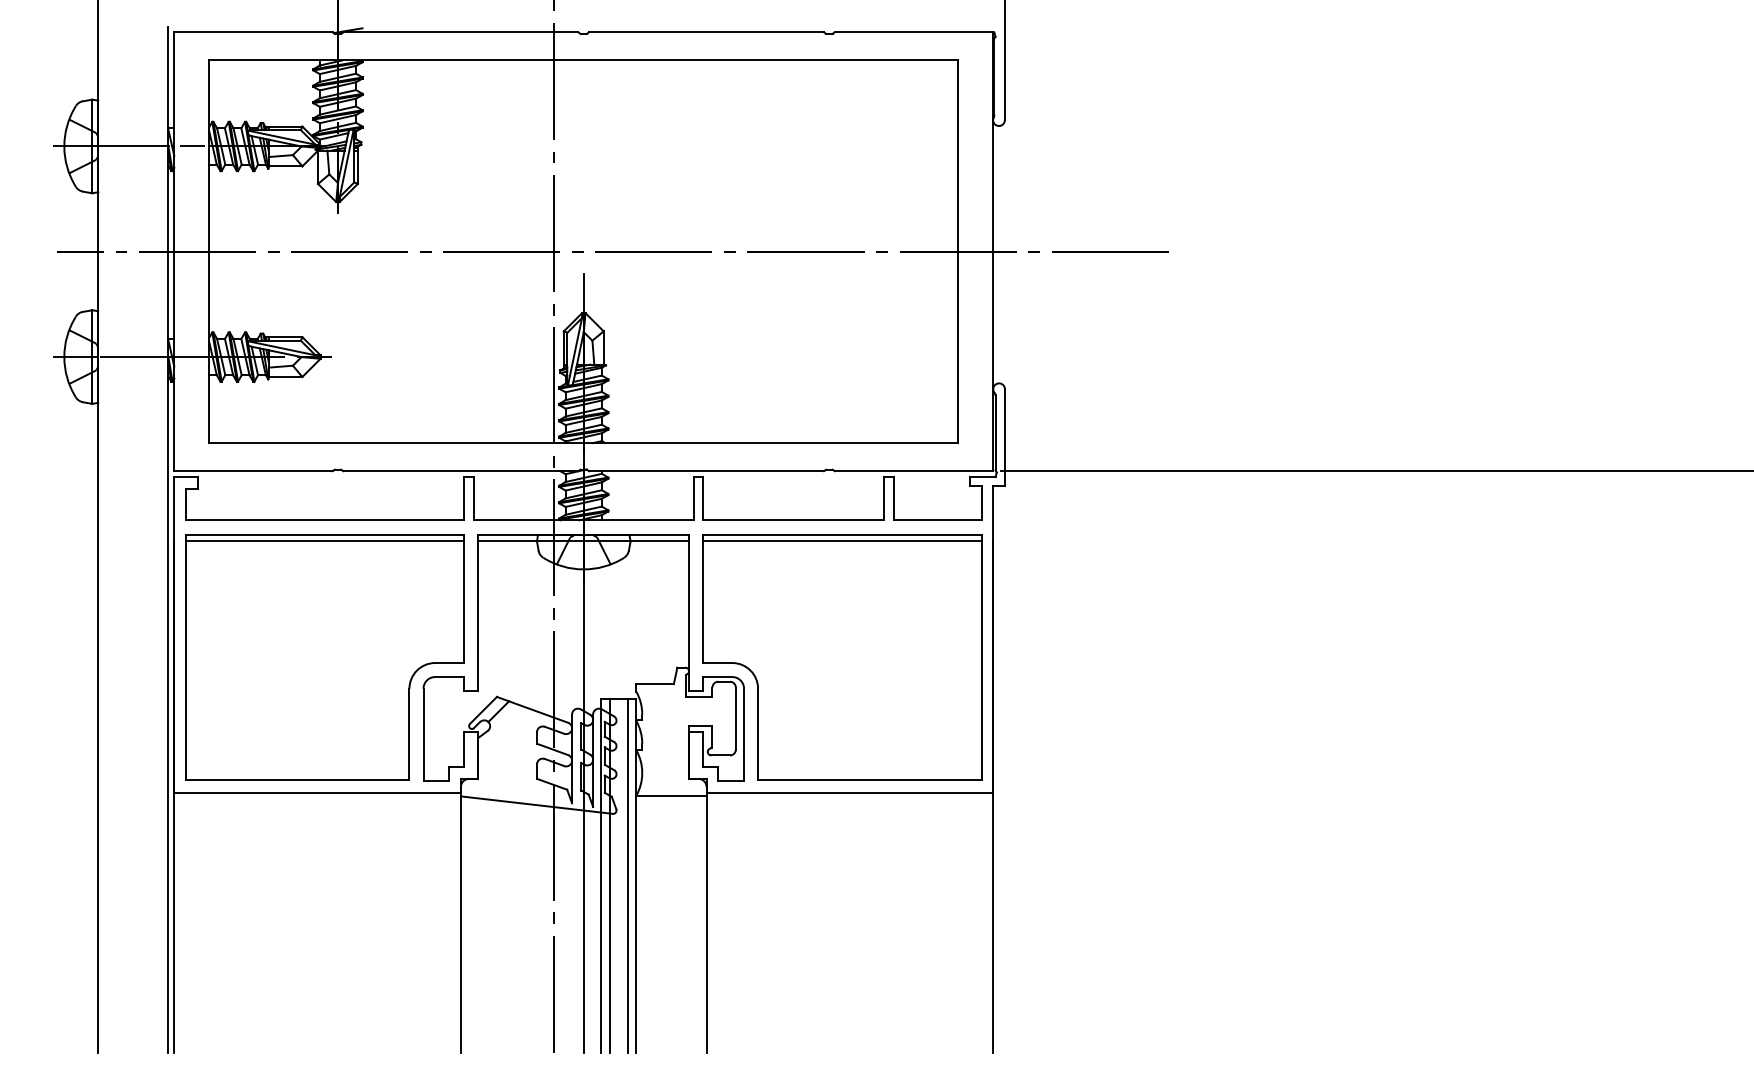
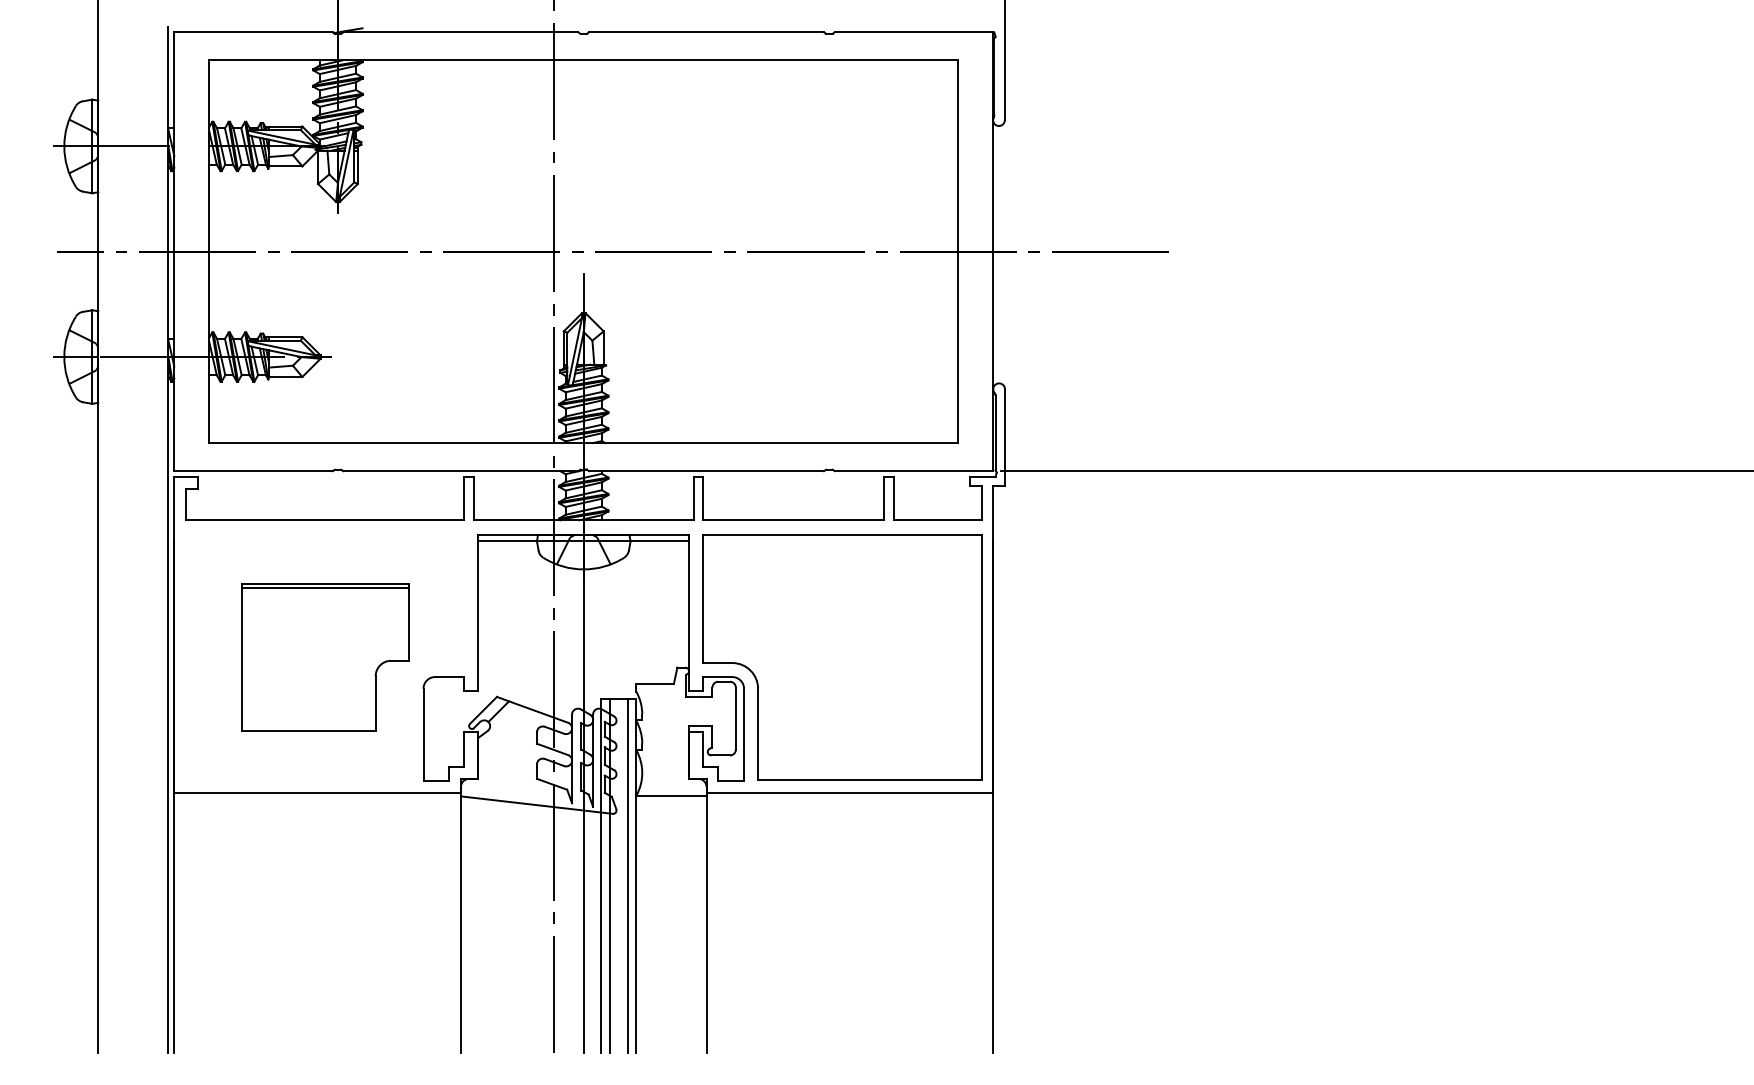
line at (191, 146): present -> none
line at (842, 541): present -> none
part at (324, 657) size: 280x247 px -> 169x149 px
